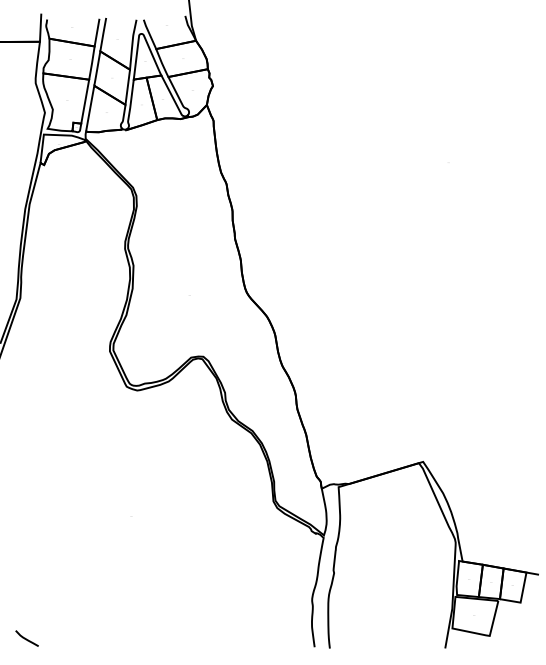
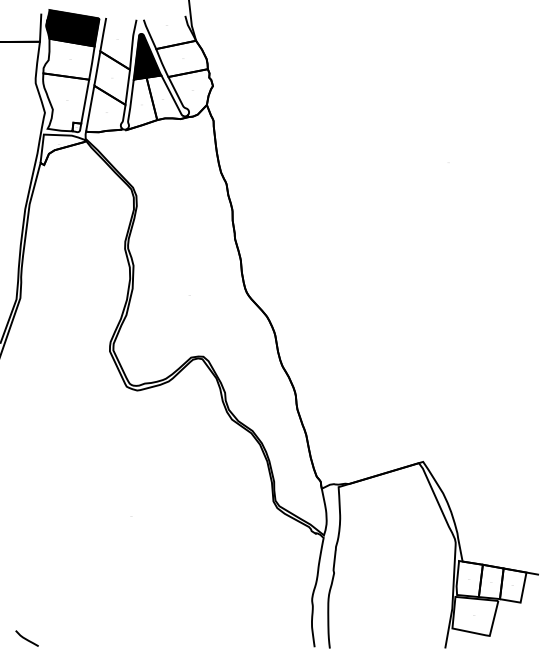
hatch at (72, 27): none -> present
hatch at (147, 56): none -> present
